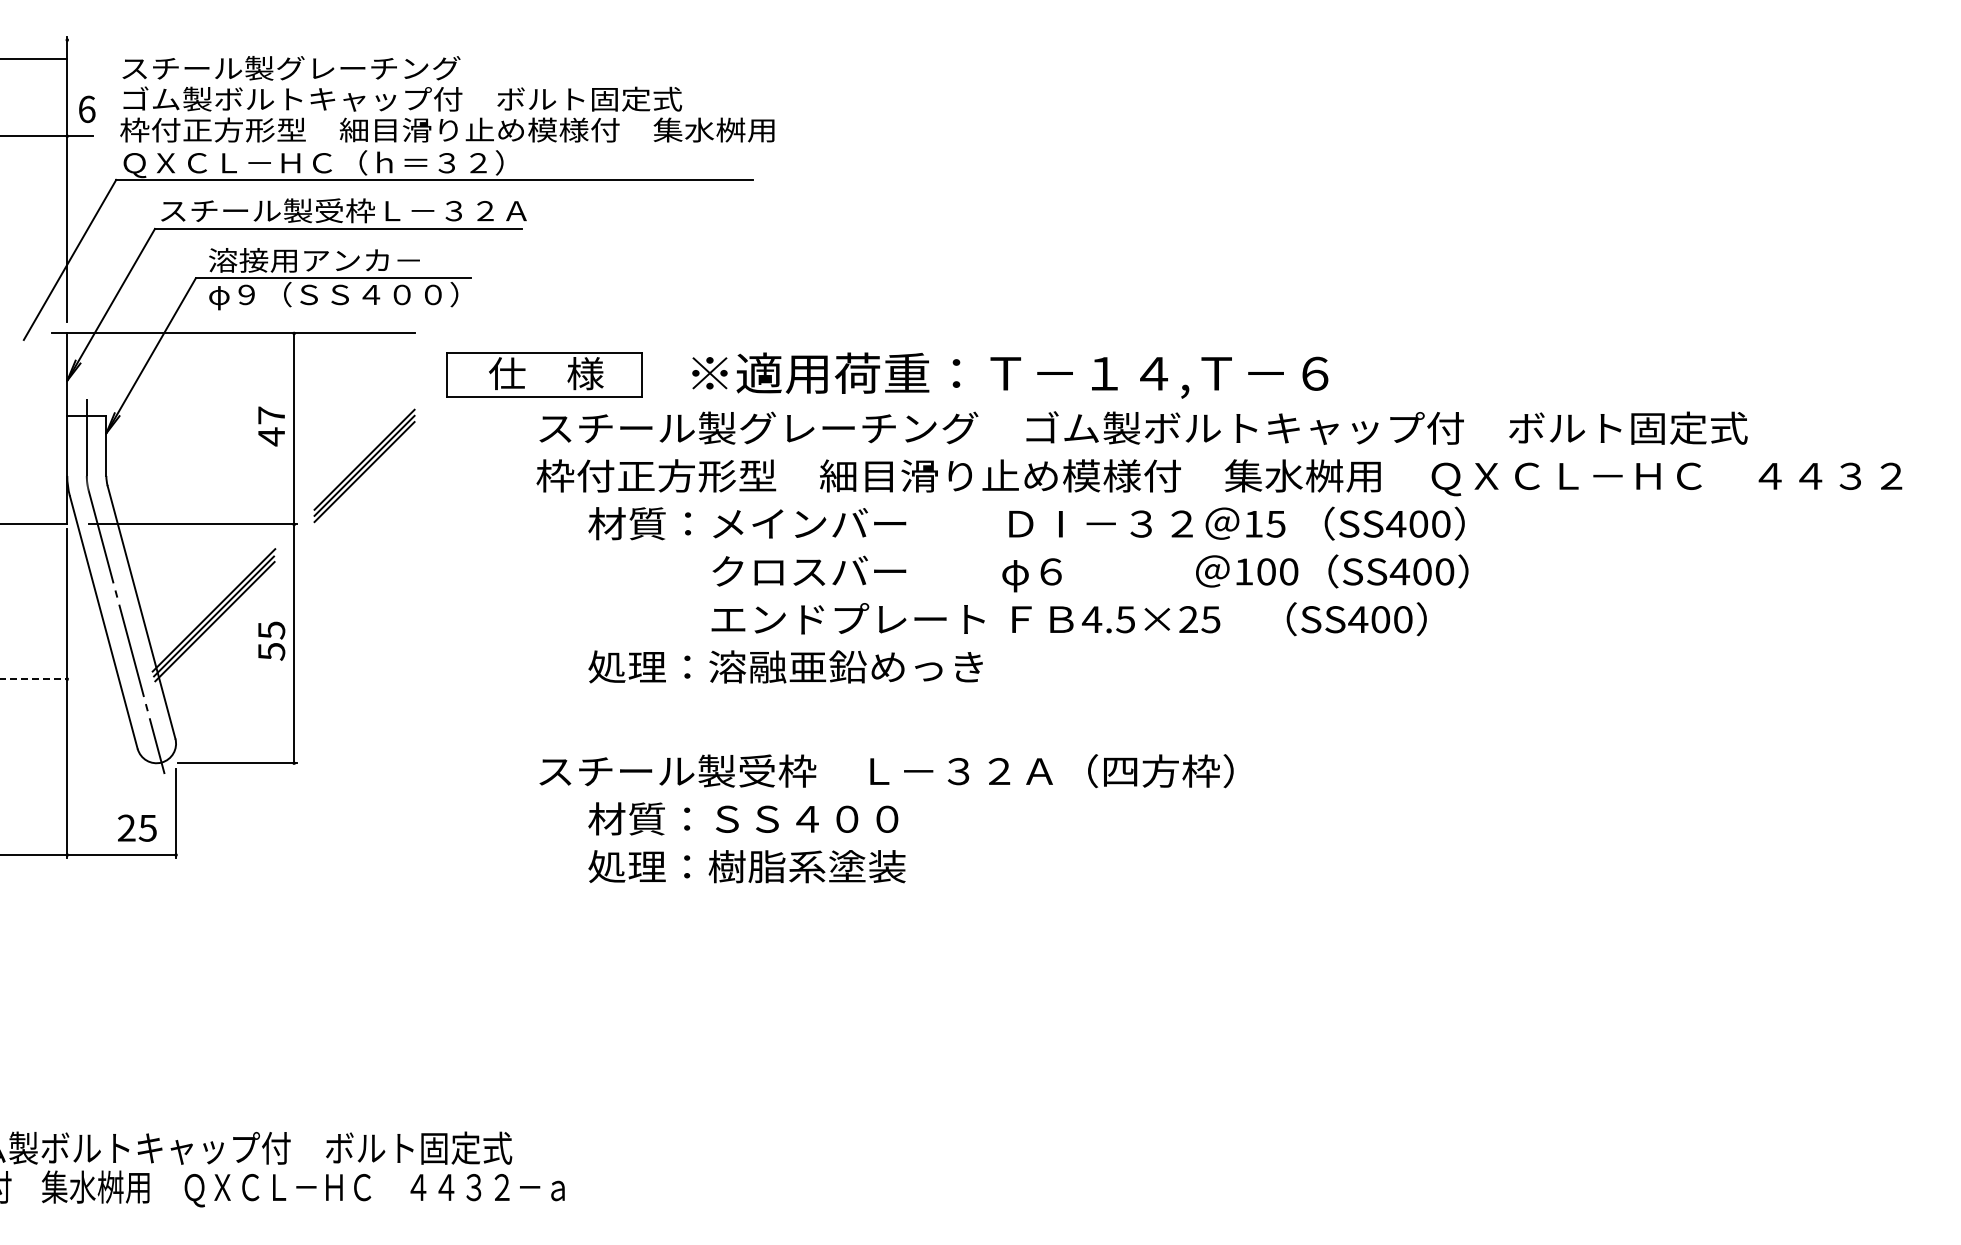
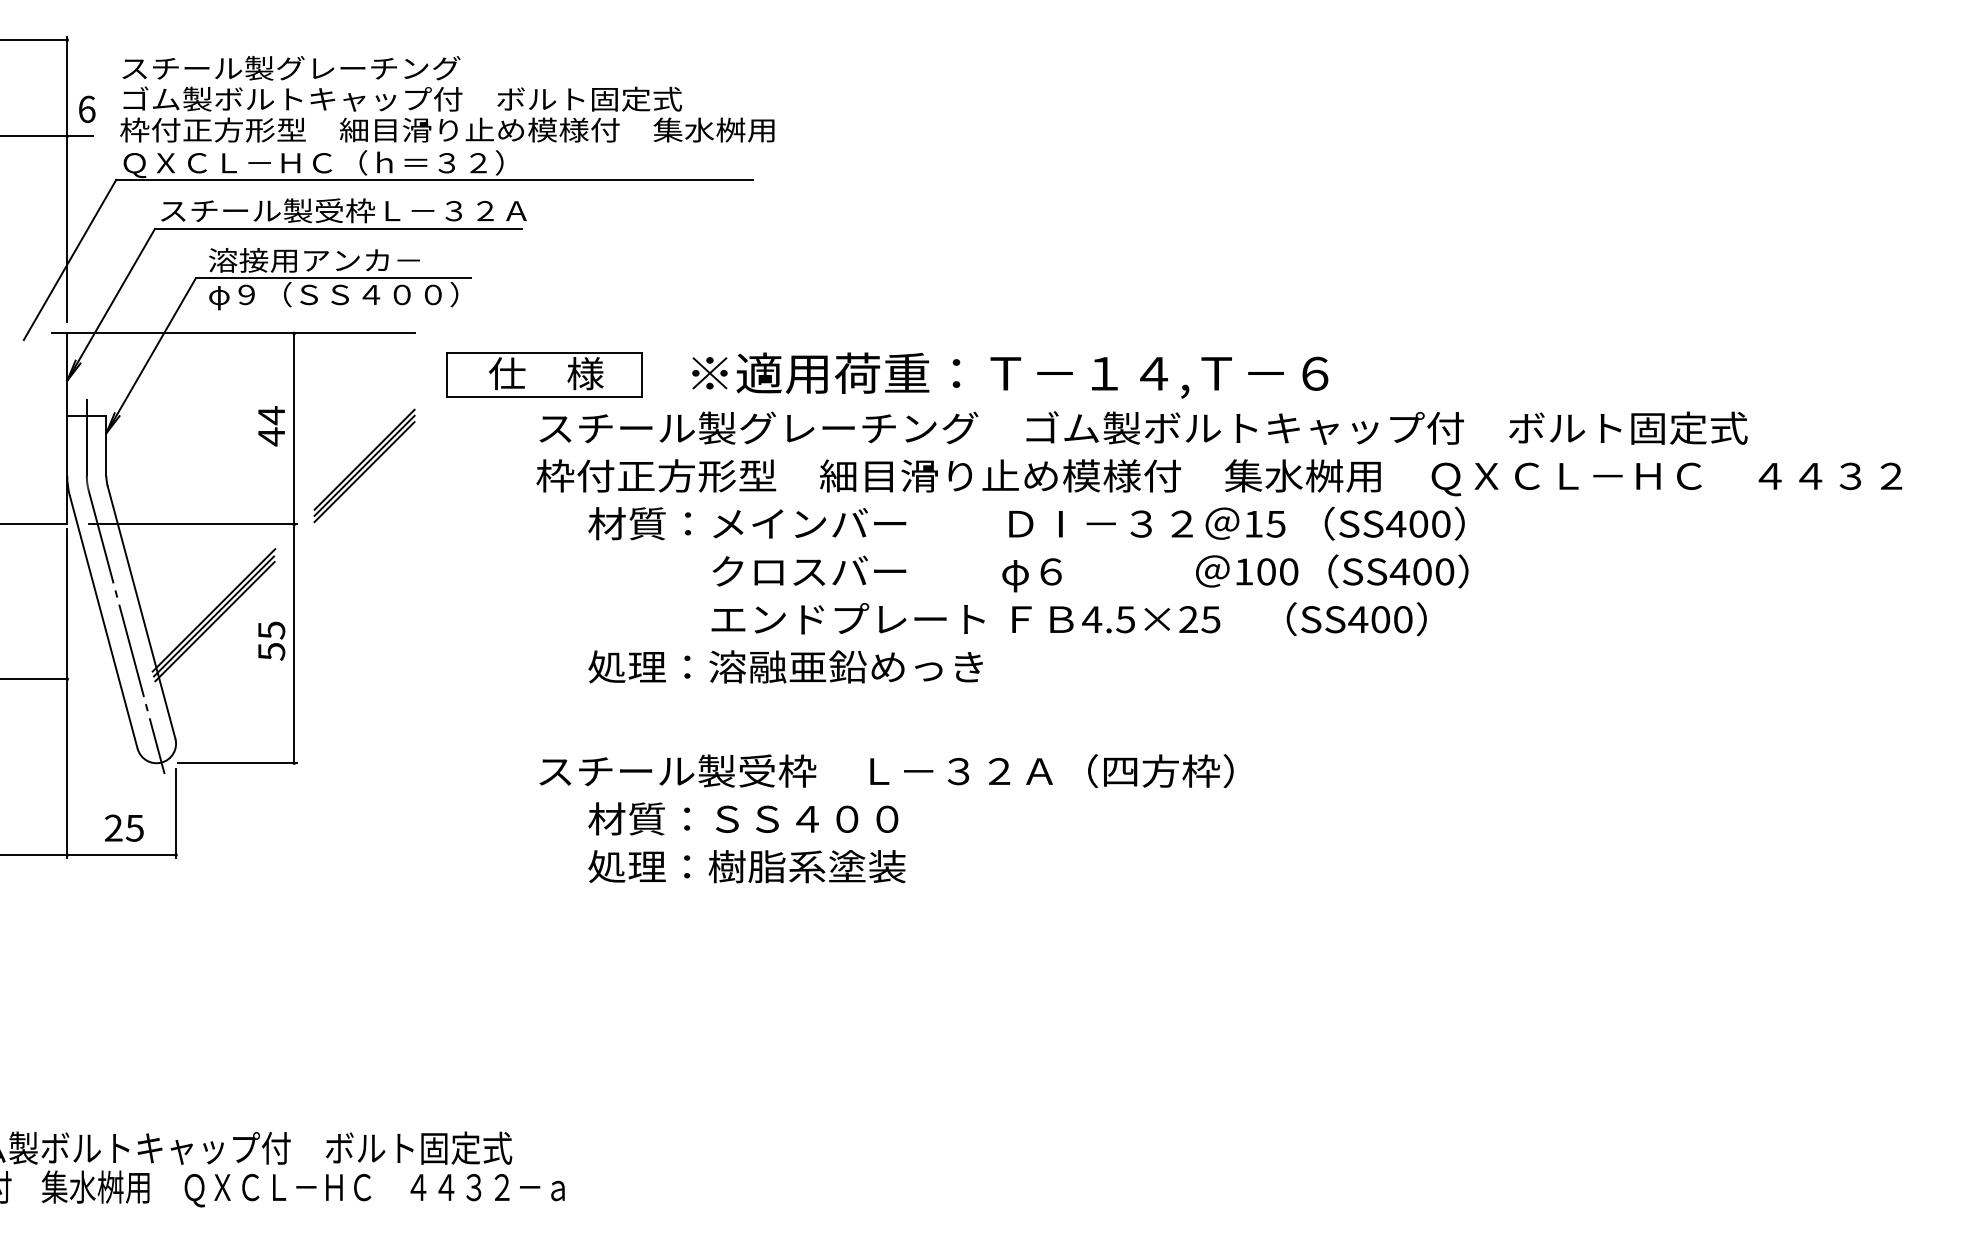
line at (34, 59) position: (34, 59) -> (34, 40)
text at (271, 415): 47 -> 44
line at (34, 679): dashed -> solid
text at (137, 827) position: (137, 827) -> (124, 827)
